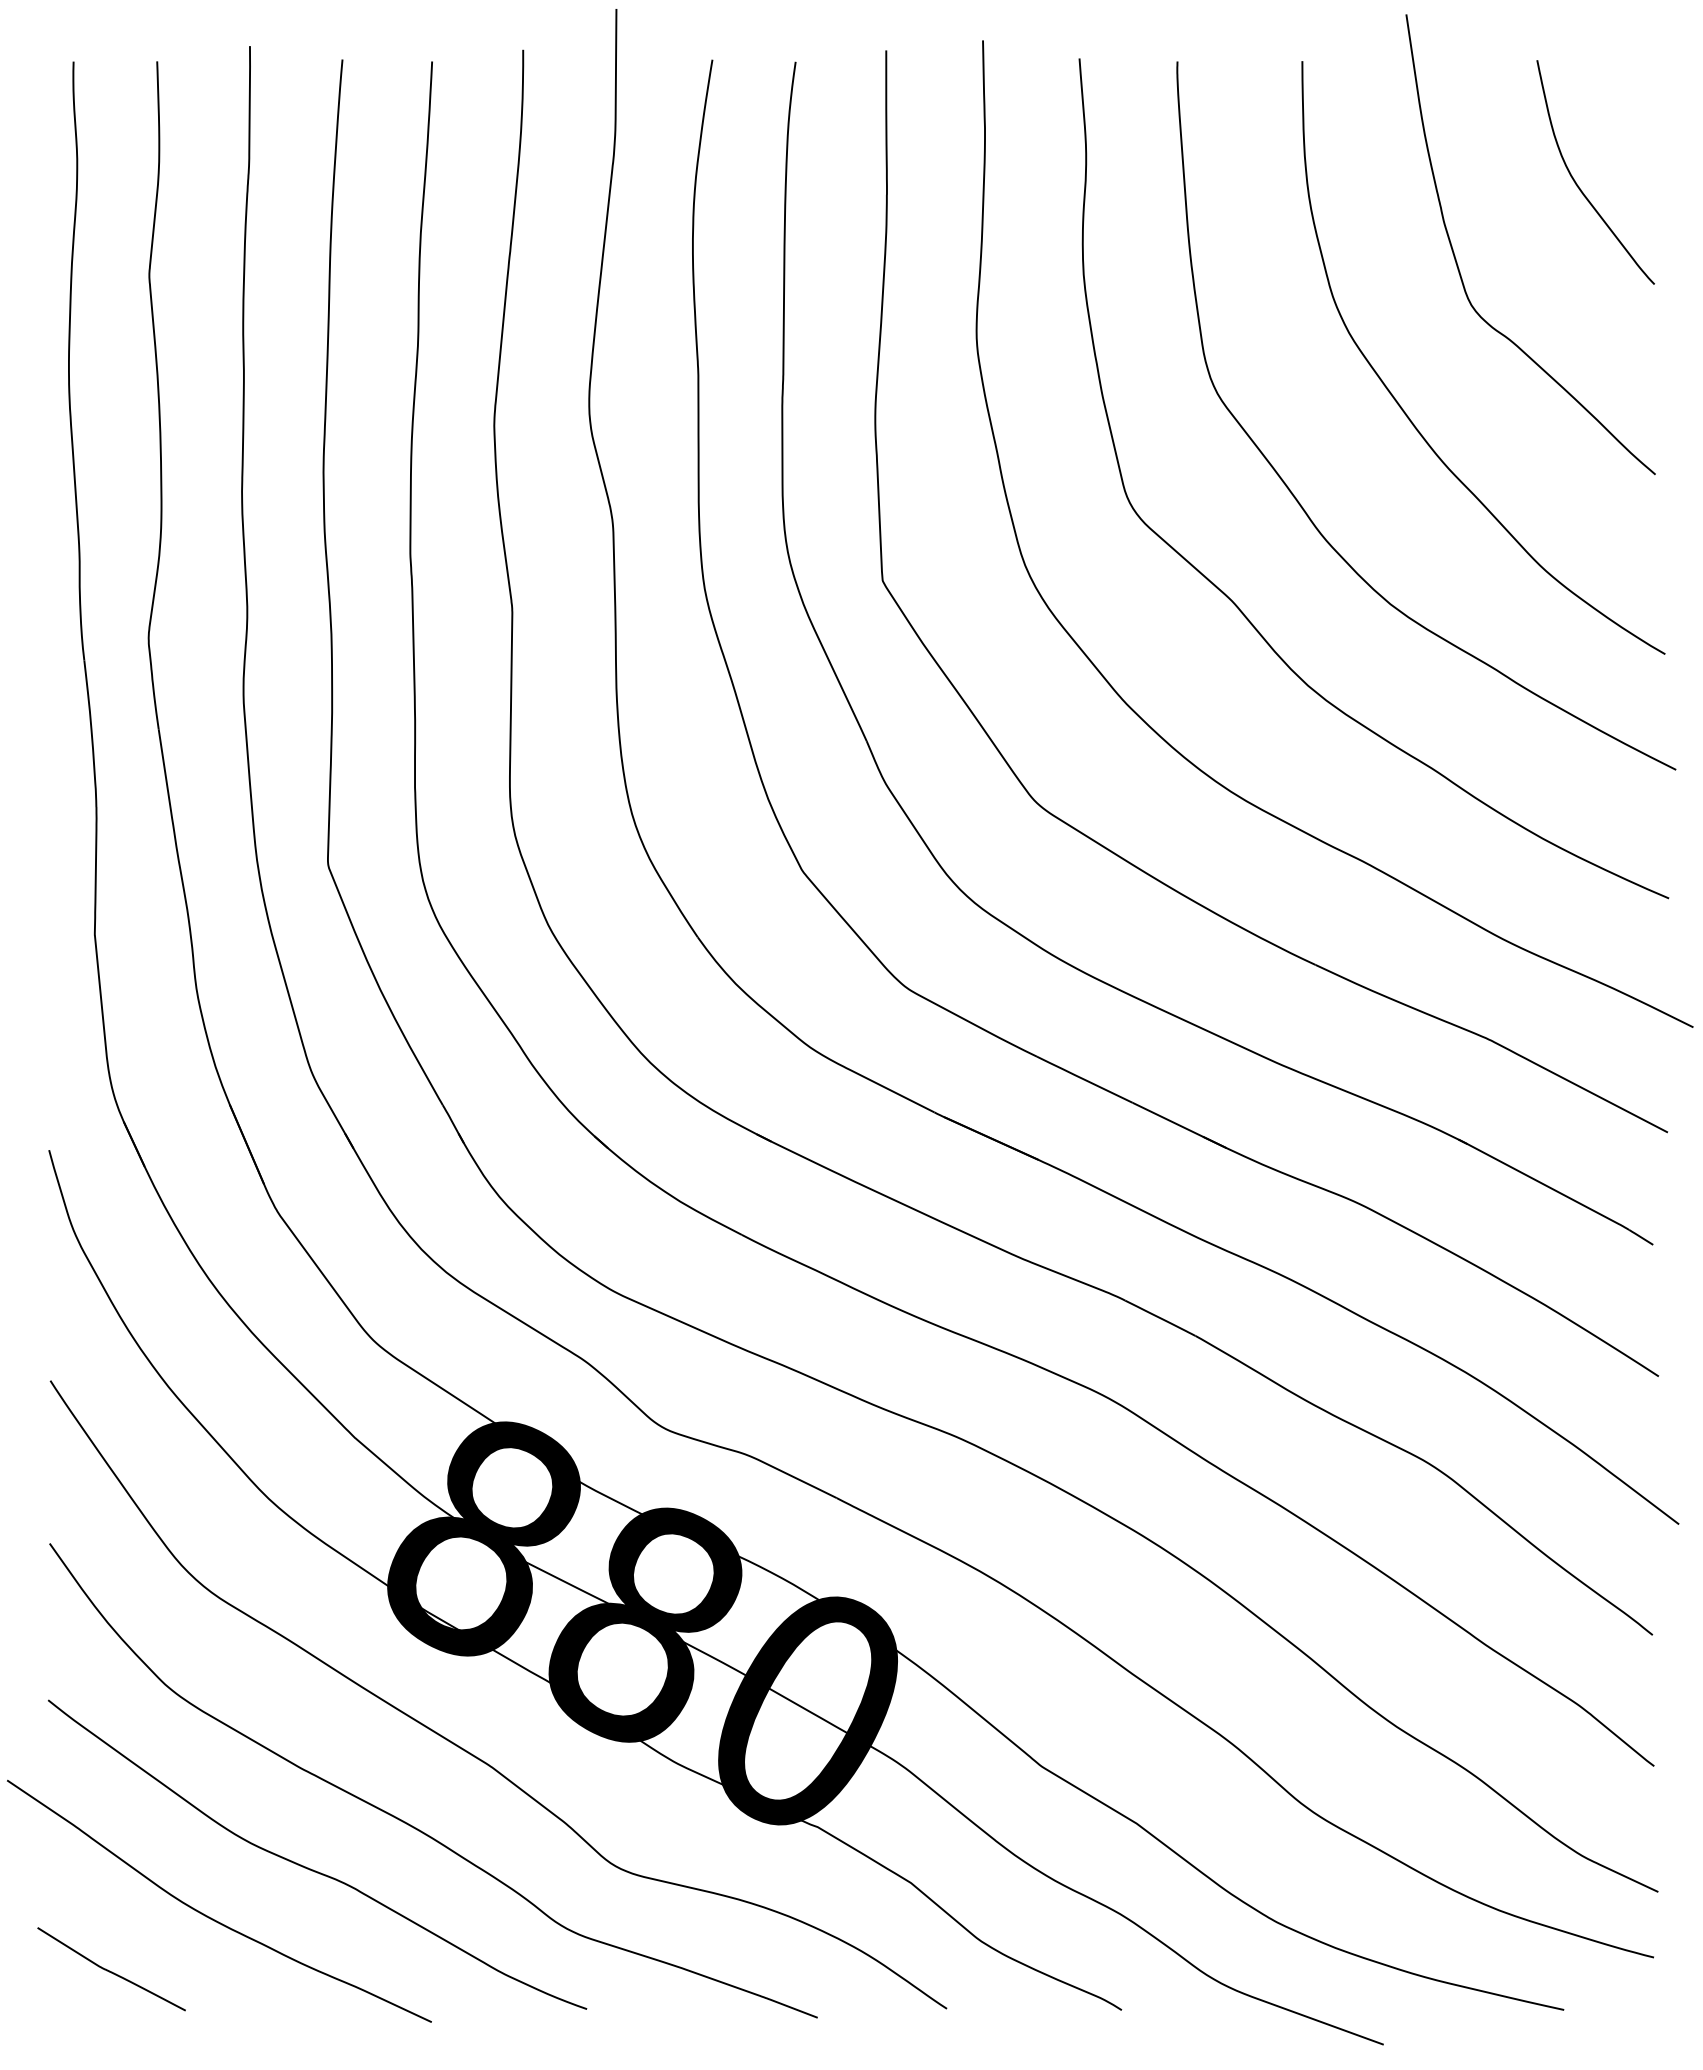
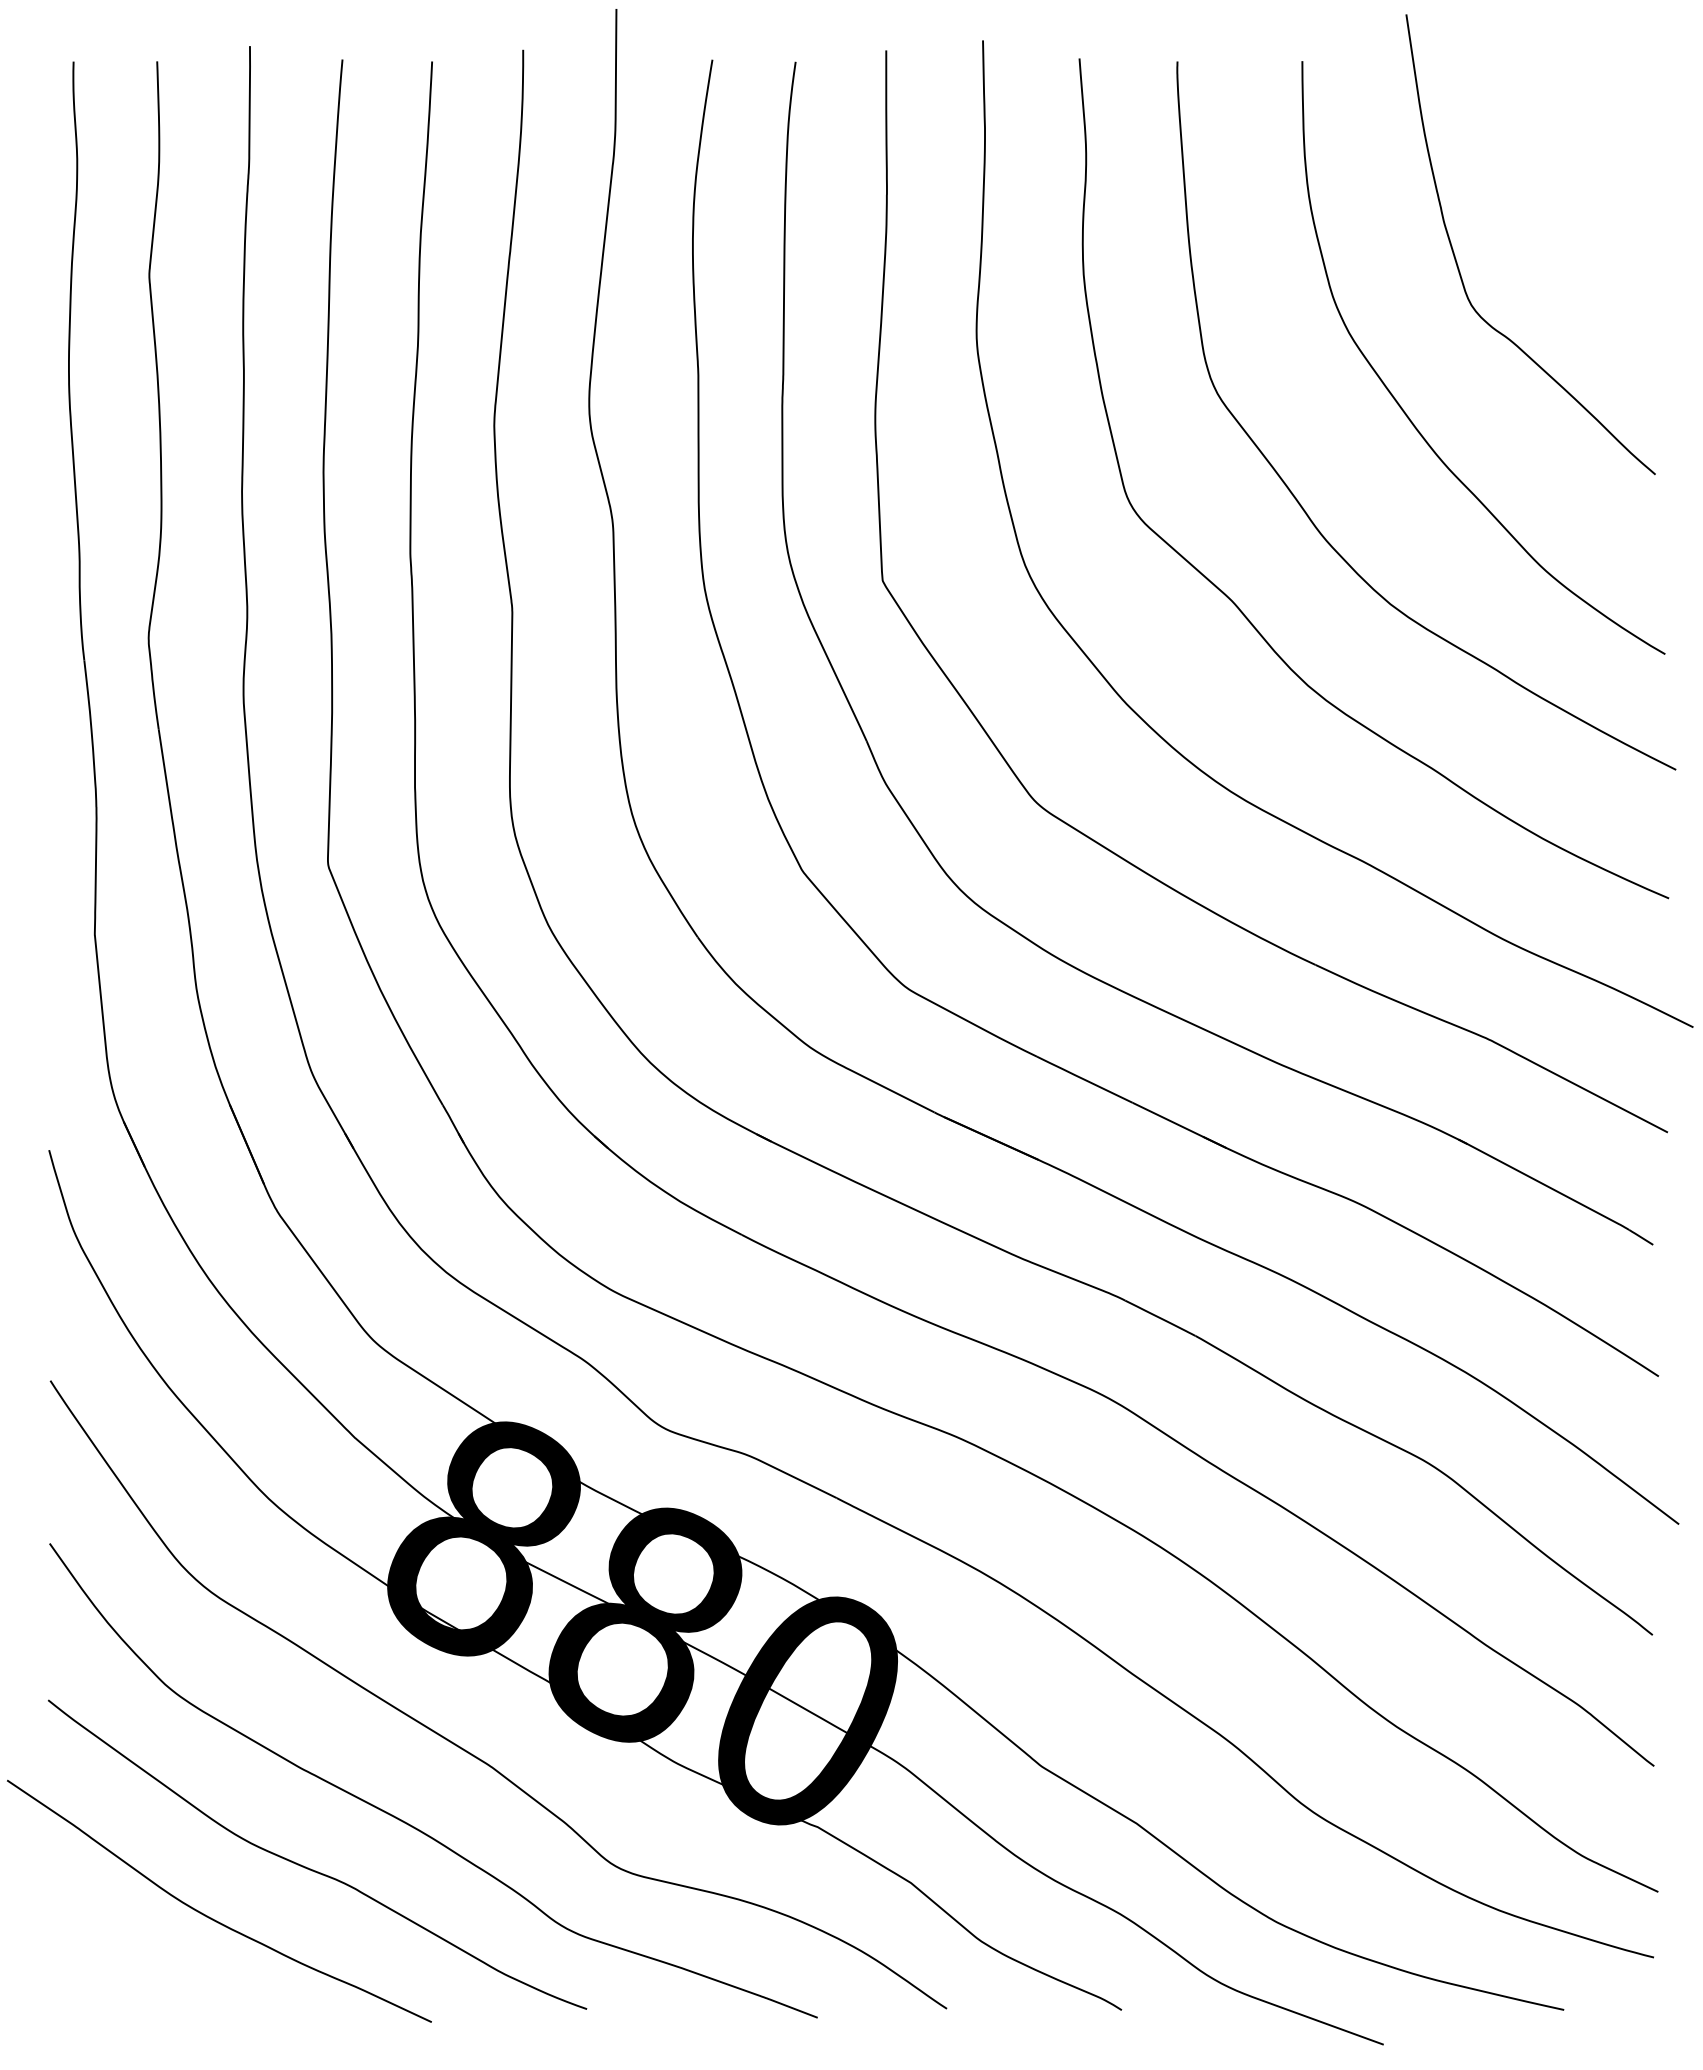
curve at (1577, 183): present -> none
curve at (111, 1971): present -> none
